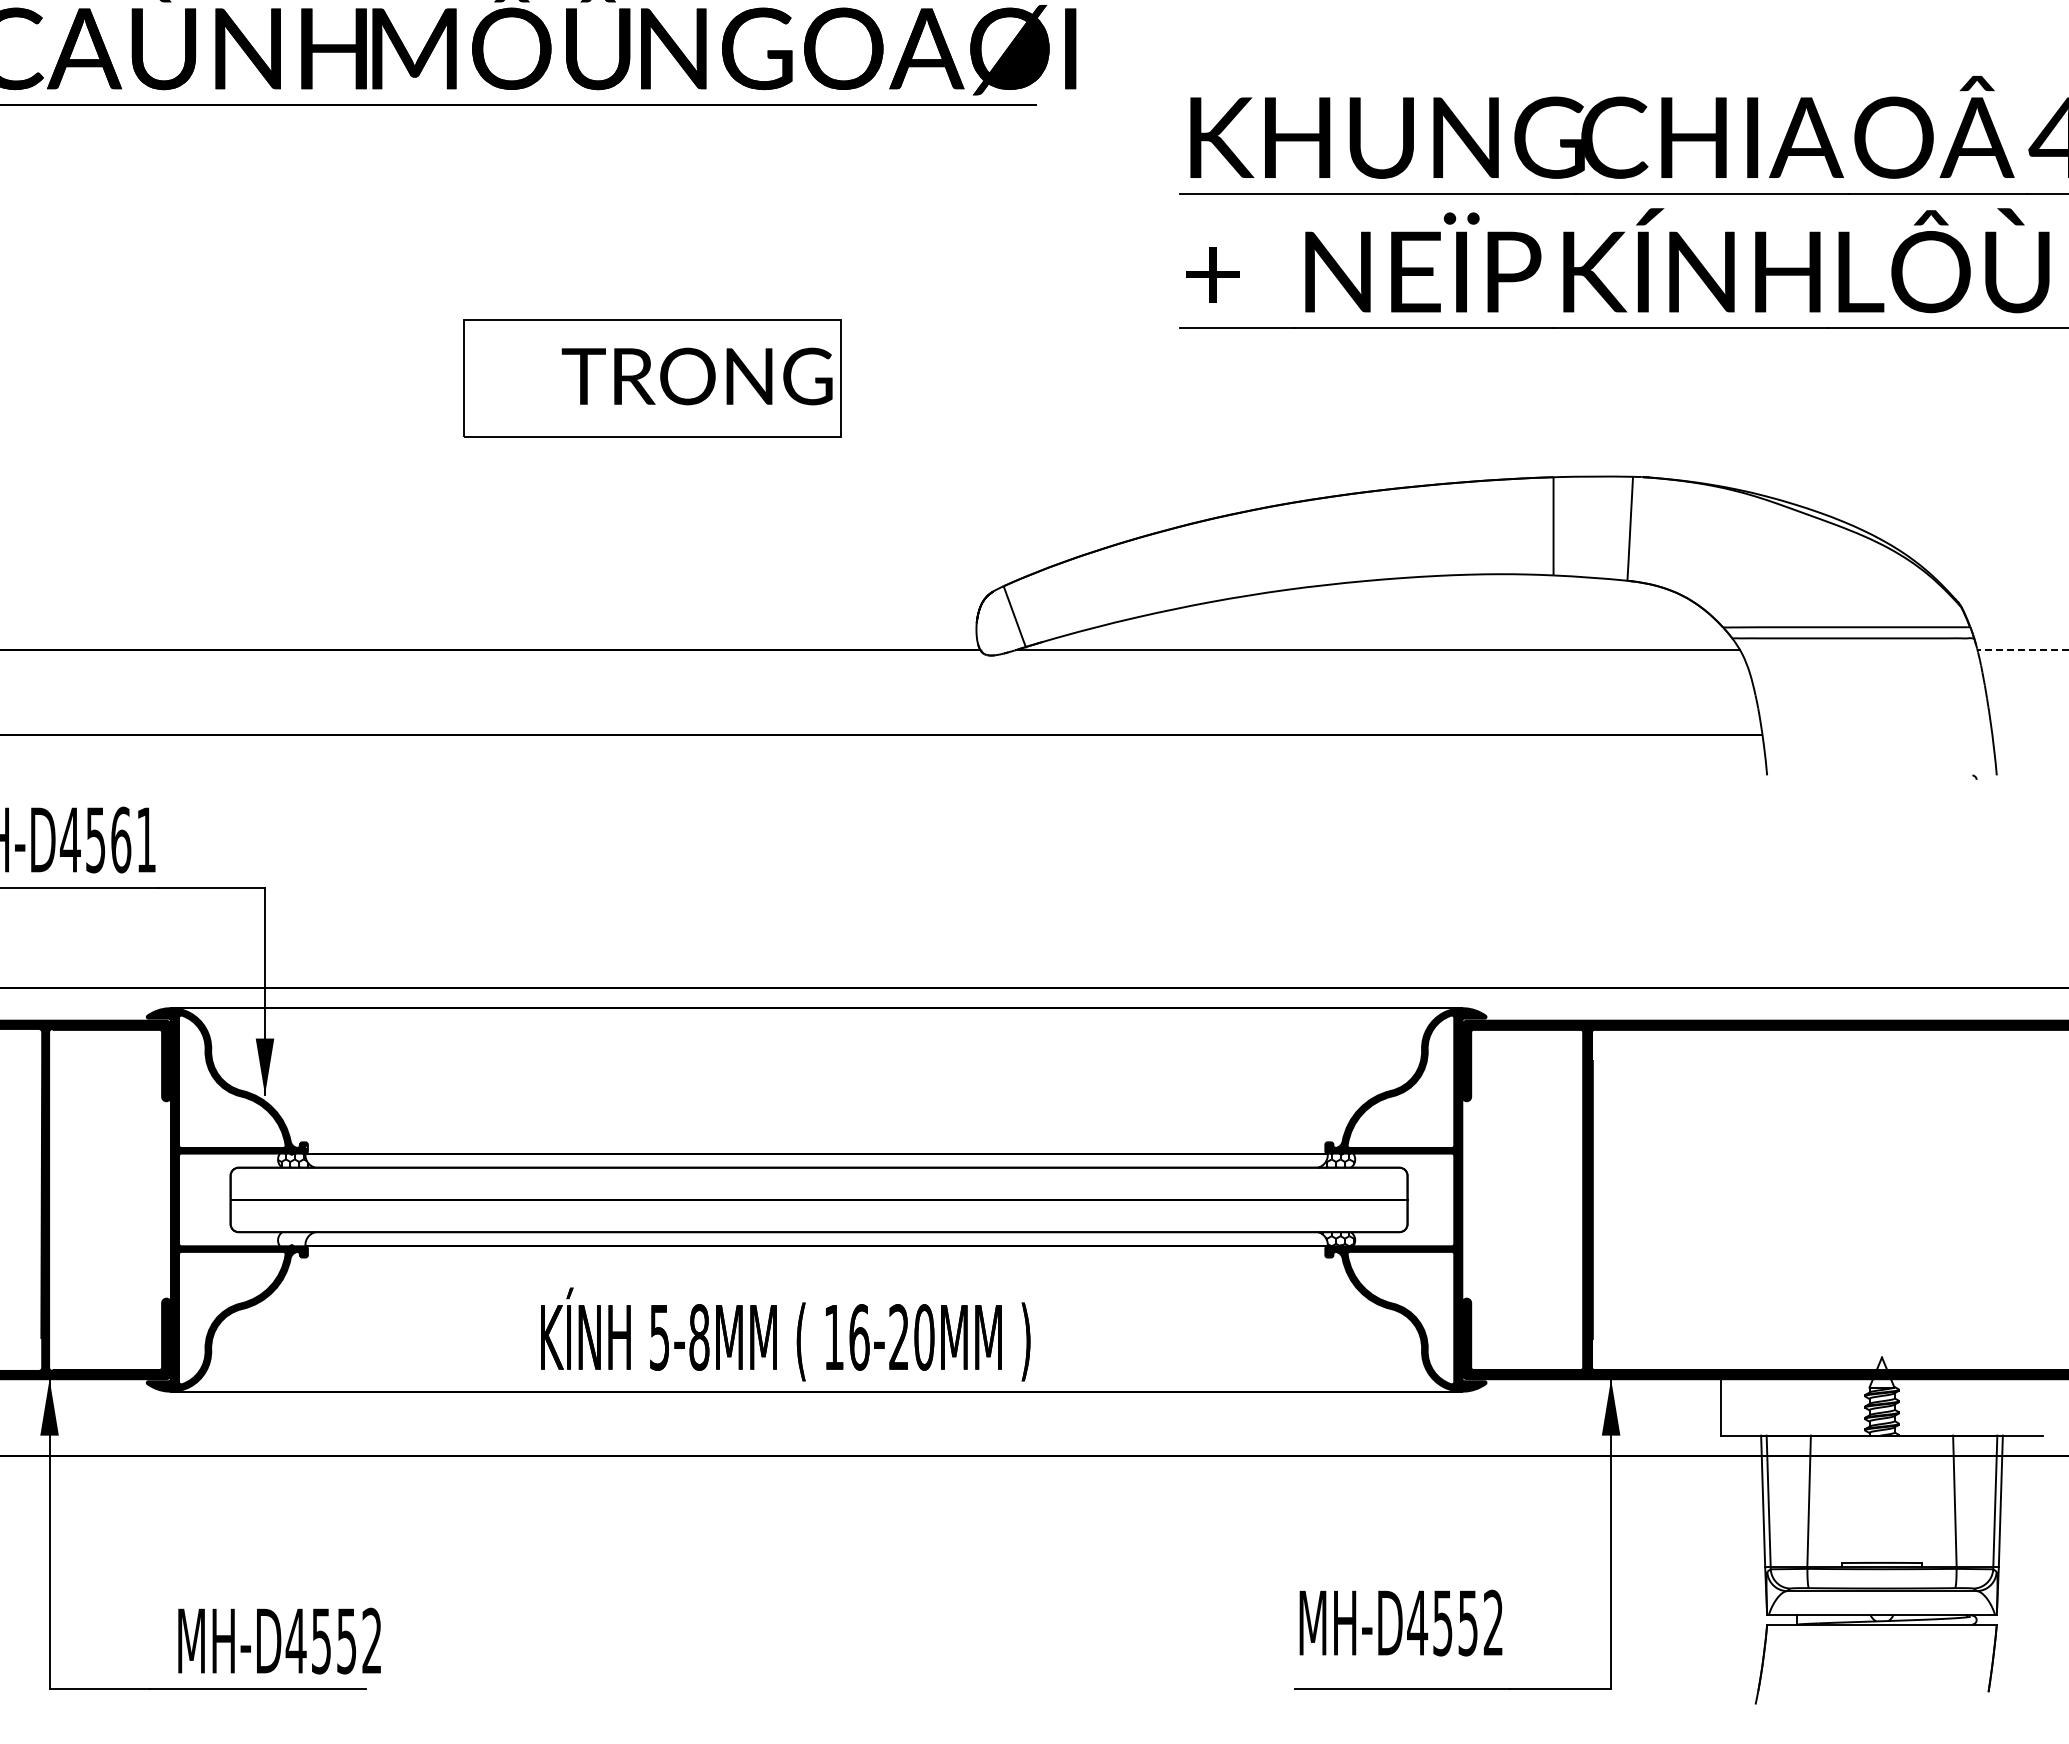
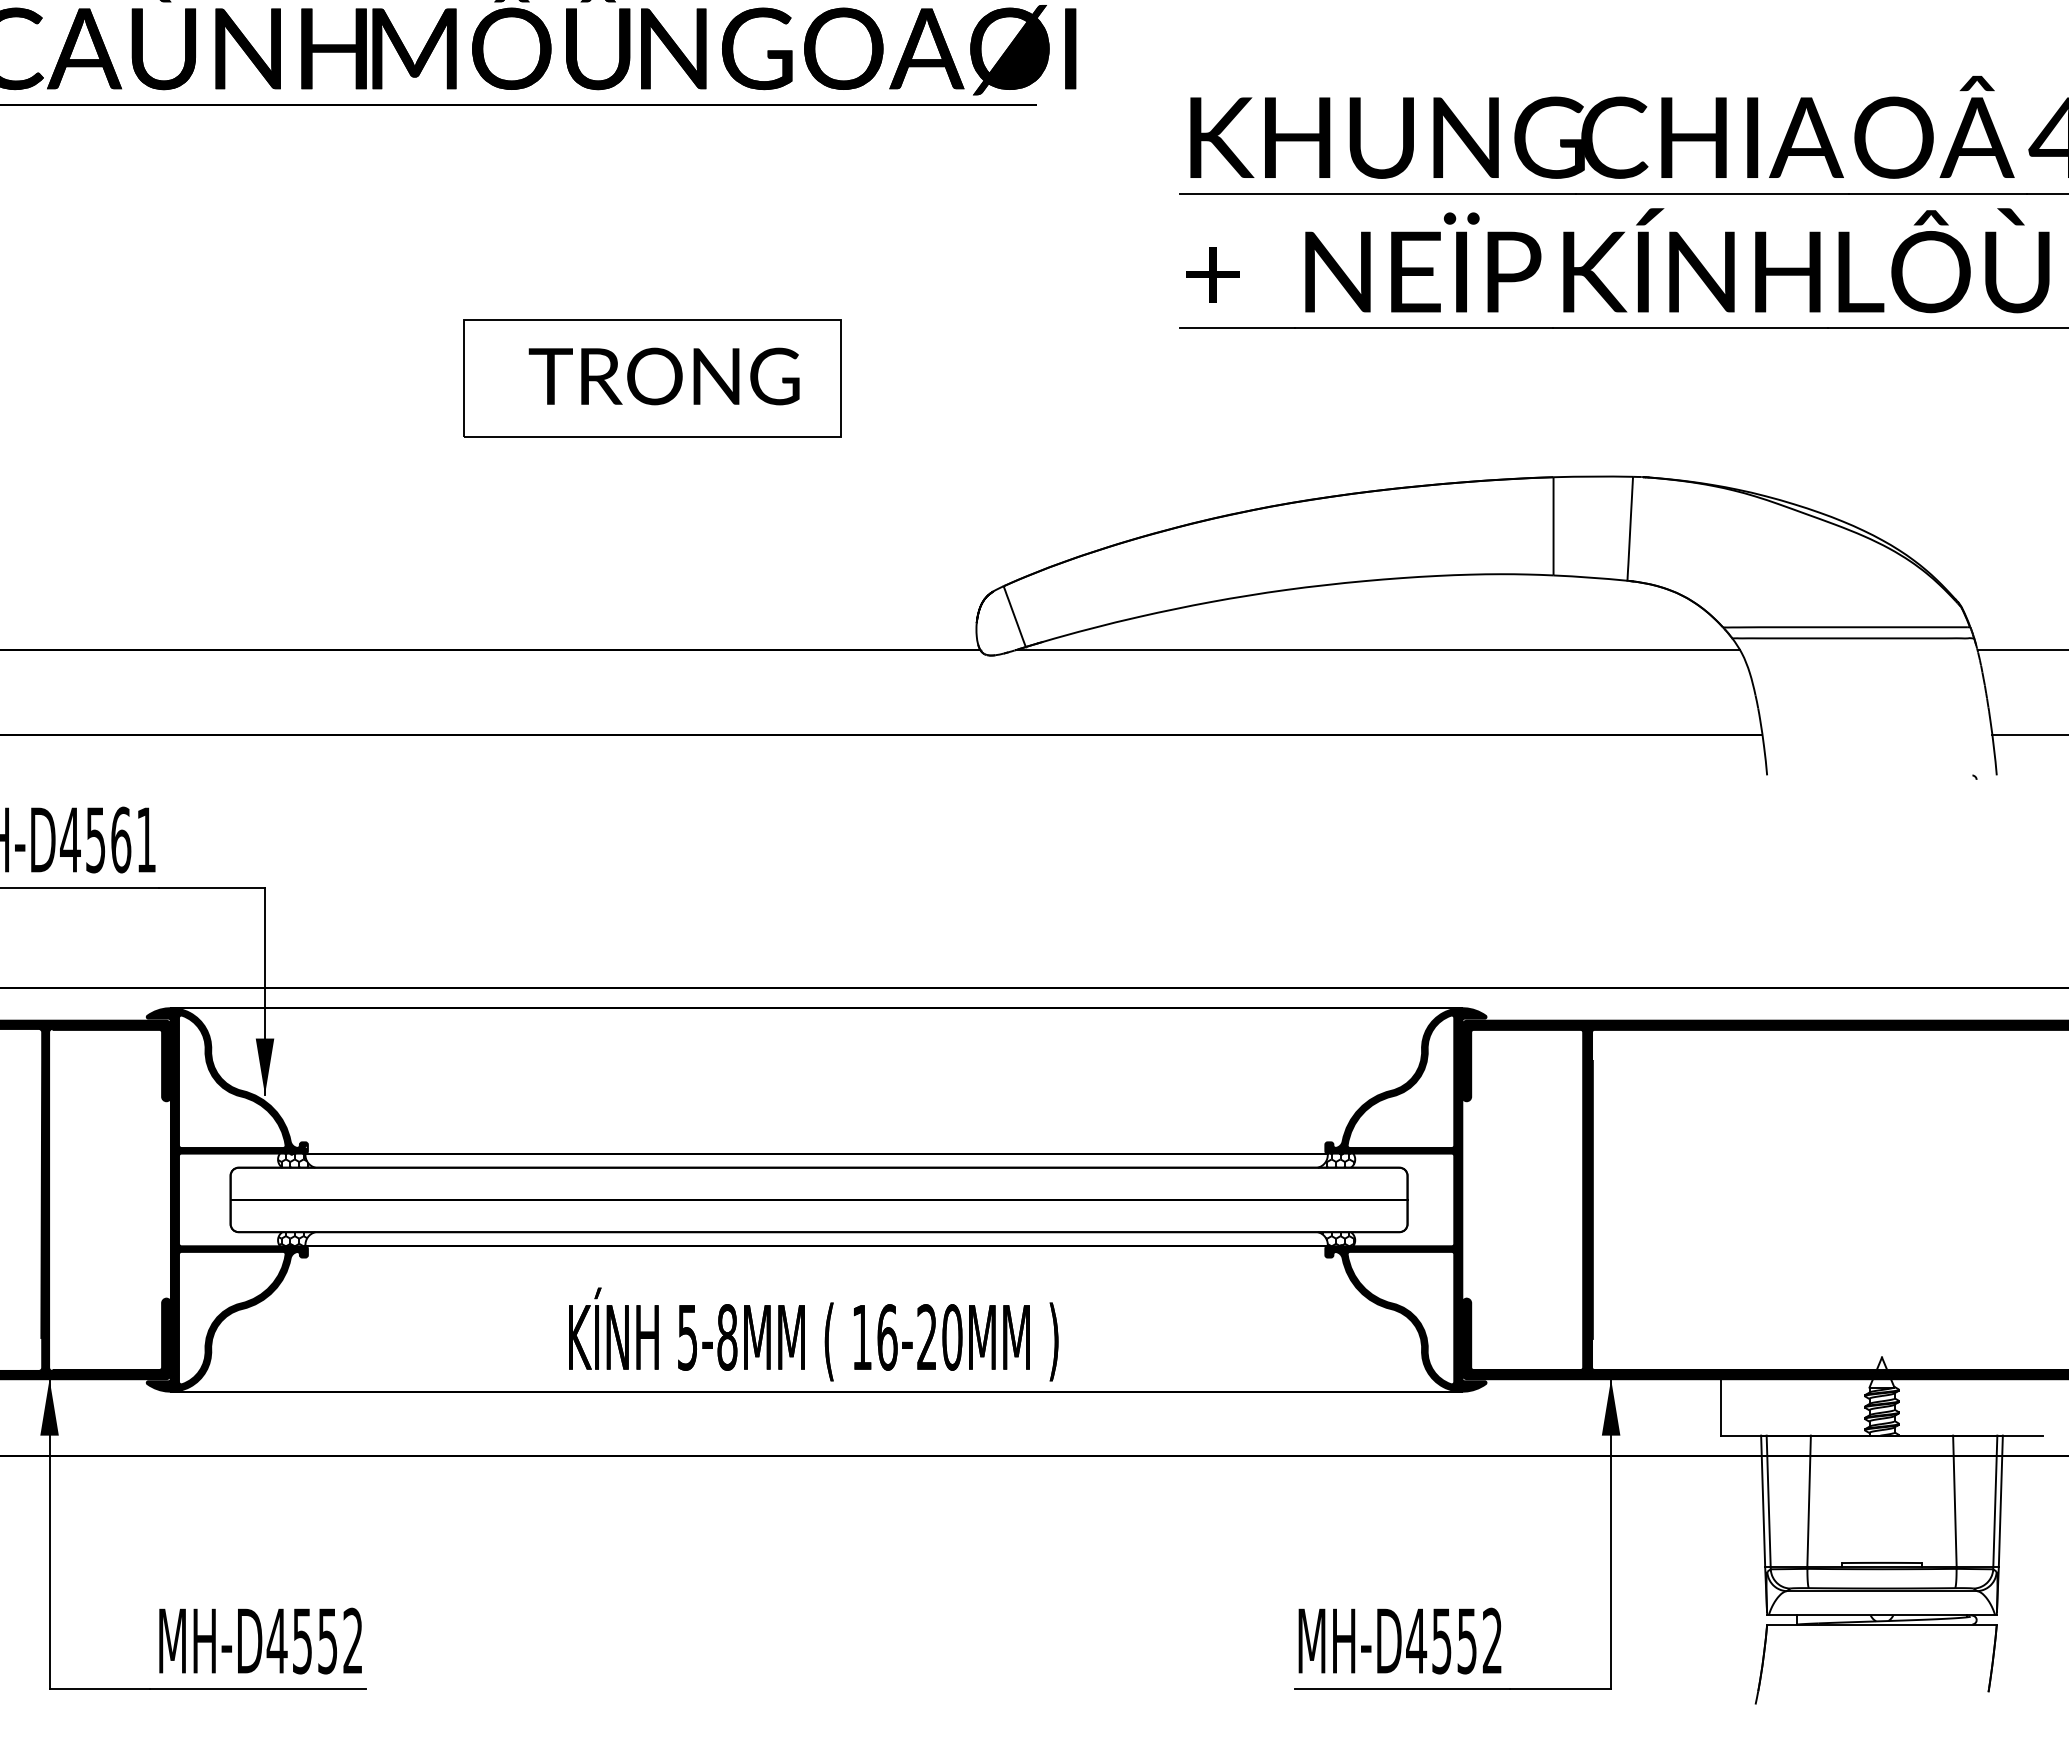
text at (696, 376) position: (696, 376) -> (663, 376)
line at (2022, 649): dashed -> solid
line at (2028, 734): none -> present
hatch at (295, 1239): none -> present
text at (785, 1334) position: (785, 1334) -> (813, 1334)
text at (1400, 1622) position: (1400, 1622) -> (1399, 1640)
text at (279, 1640) position: (279, 1640) -> (260, 1640)
